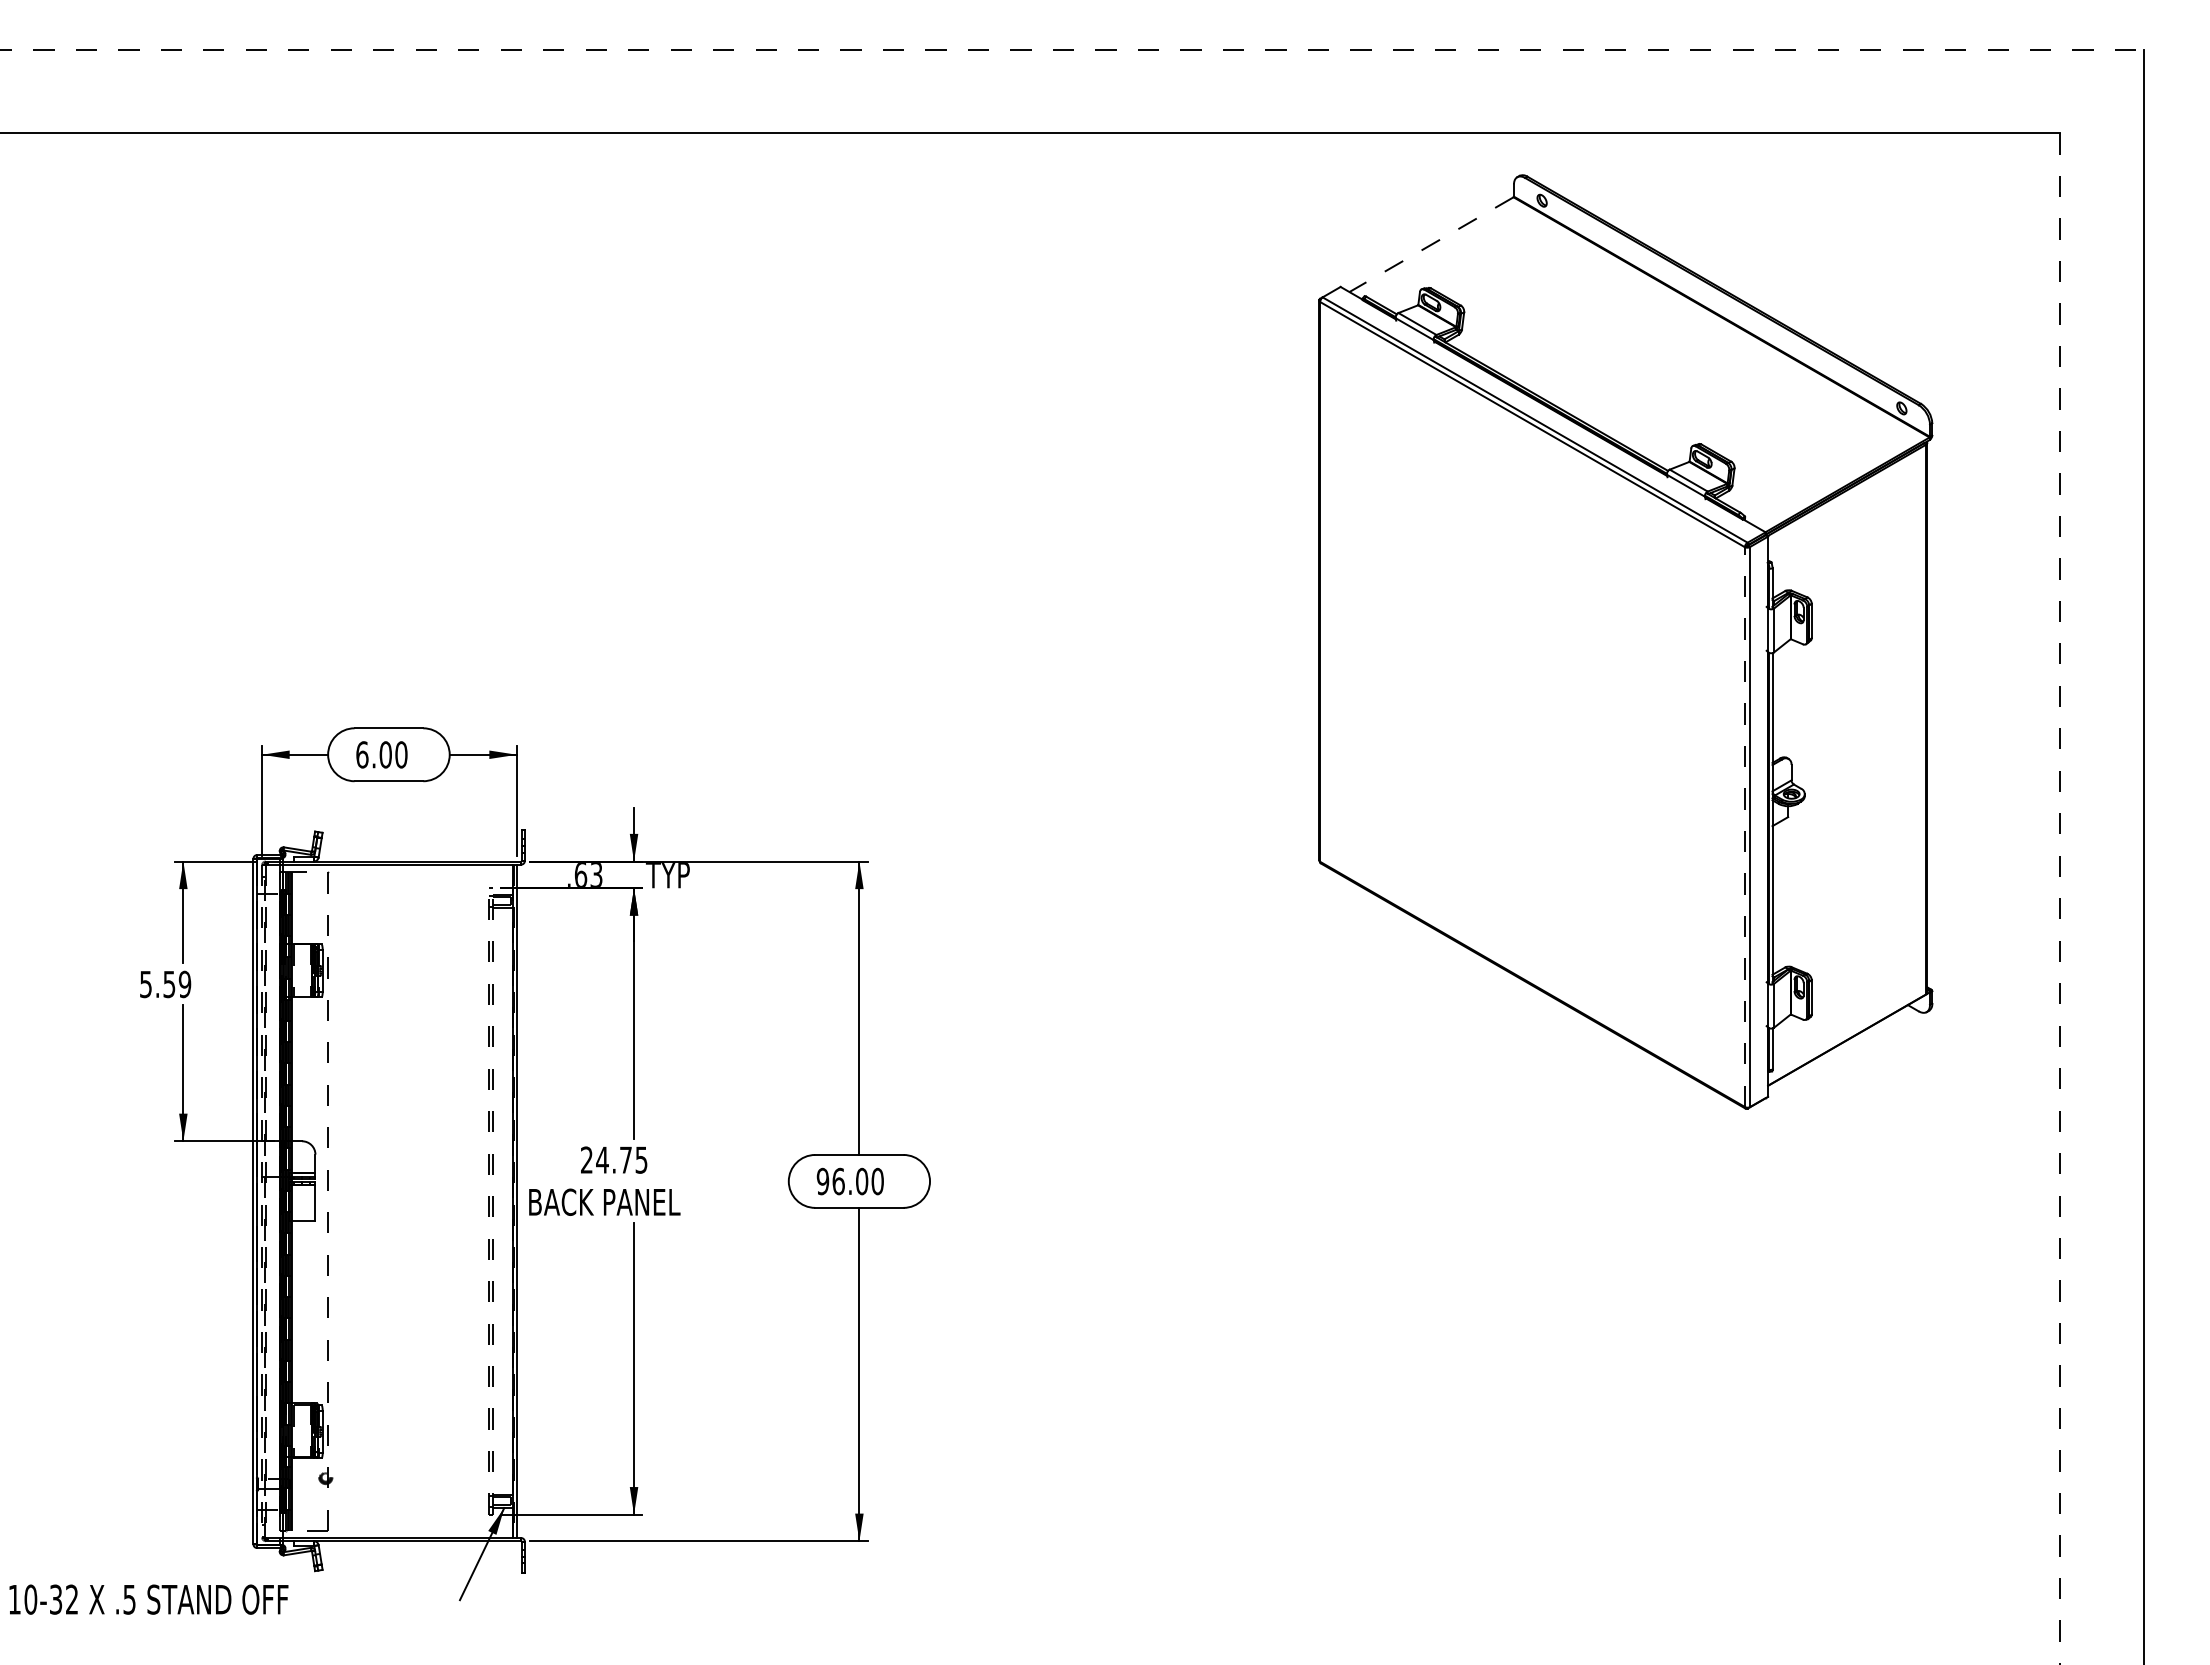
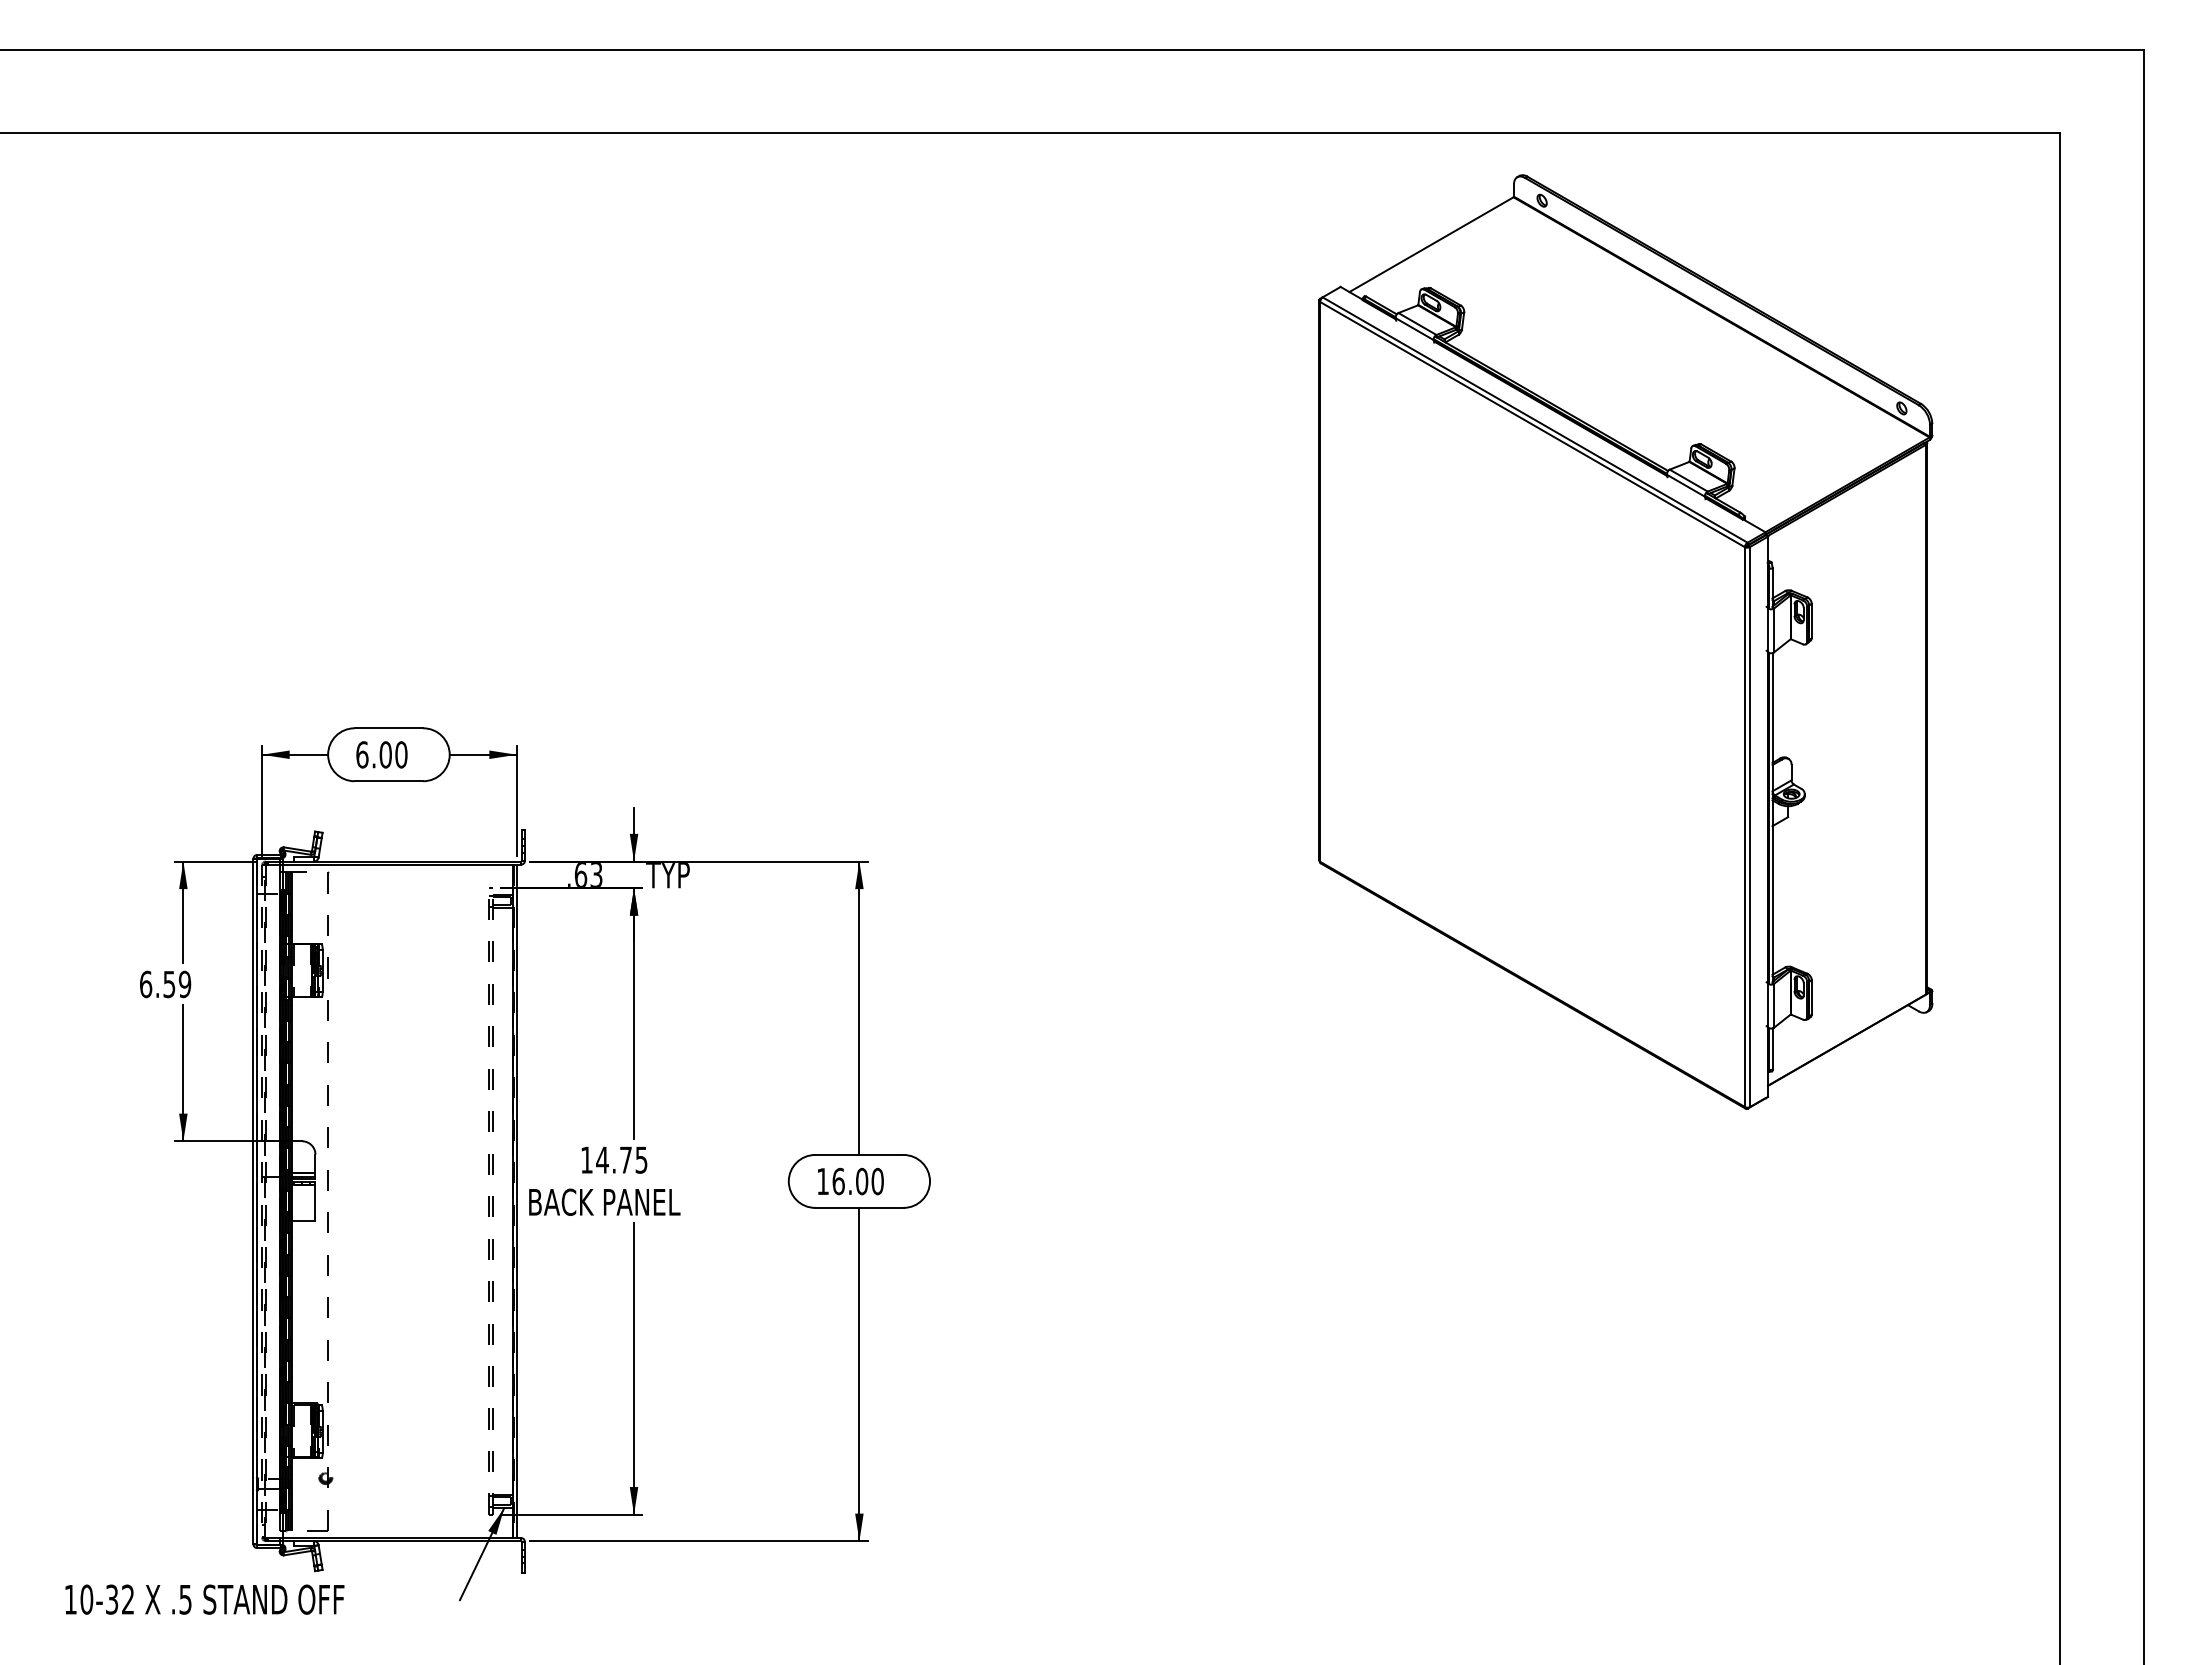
line at (1071, 49): dashed -> solid
line at (1431, 244): dashed -> solid
line at (1744, 827): dashed -> solid
line at (2060, 899): dashed -> solid
text at (146, 984): 5.59 -> 6.59
text at (586, 1159): 24.75 -> 14.75
text at (822, 1181): 96.00 -> 16.00
text at (148, 1599) position: (148, 1599) -> (204, 1599)
